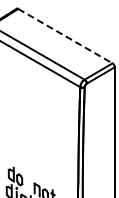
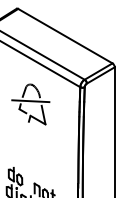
line at (65, 36): dashed -> solid
part at (30, 104): none -> present
